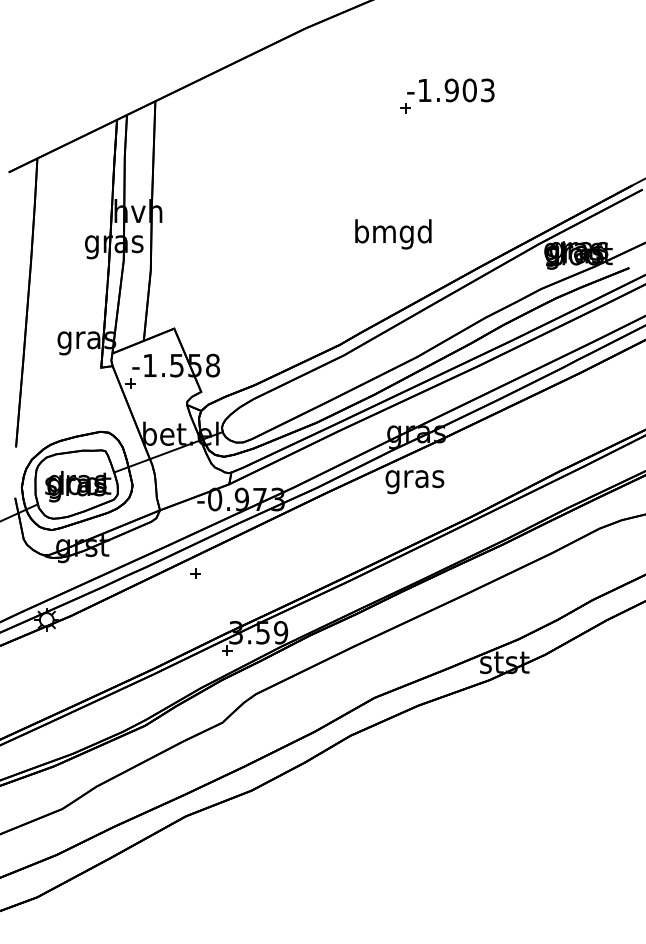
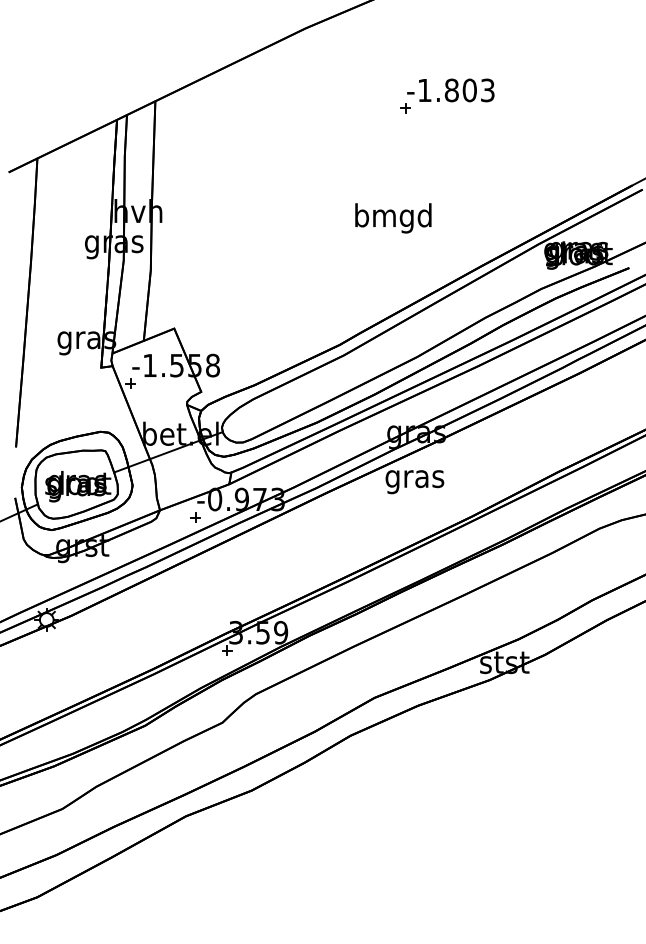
text at (451, 90): -1.903 -> -1.803
text at (393, 234) position: (393, 234) -> (393, 218)
part at (195, 573) position: (195, 573) -> (195, 517)
